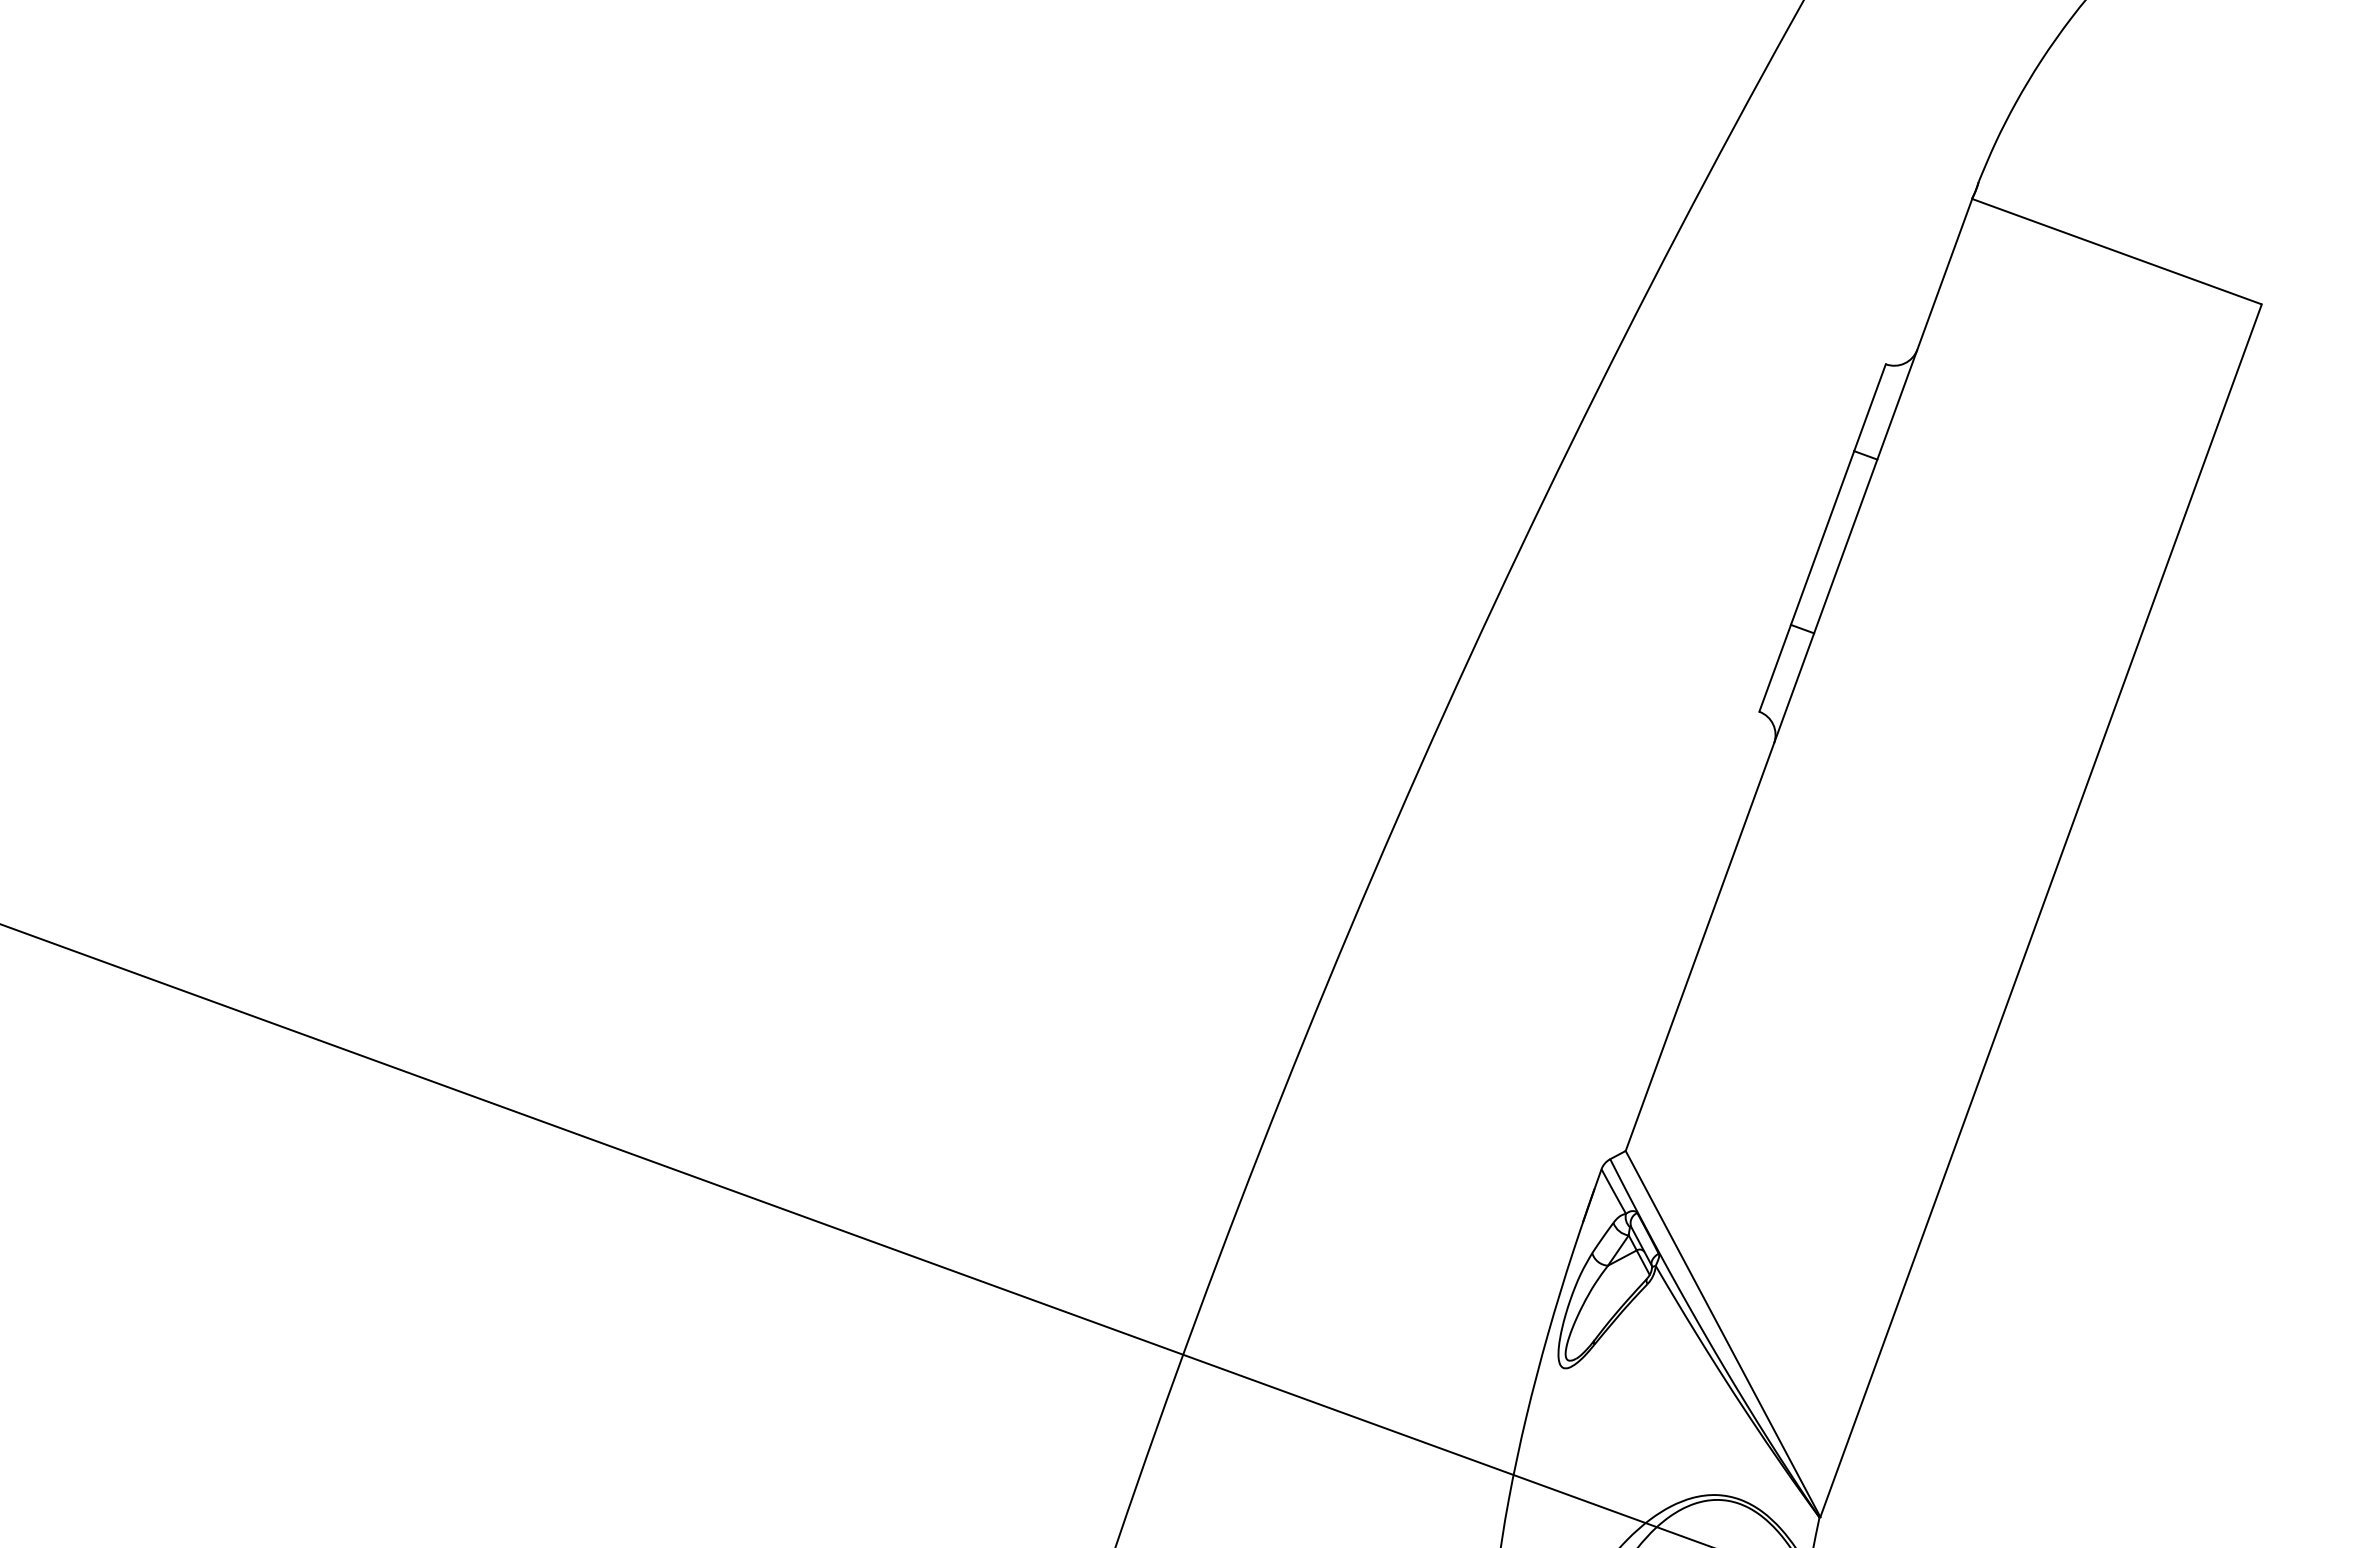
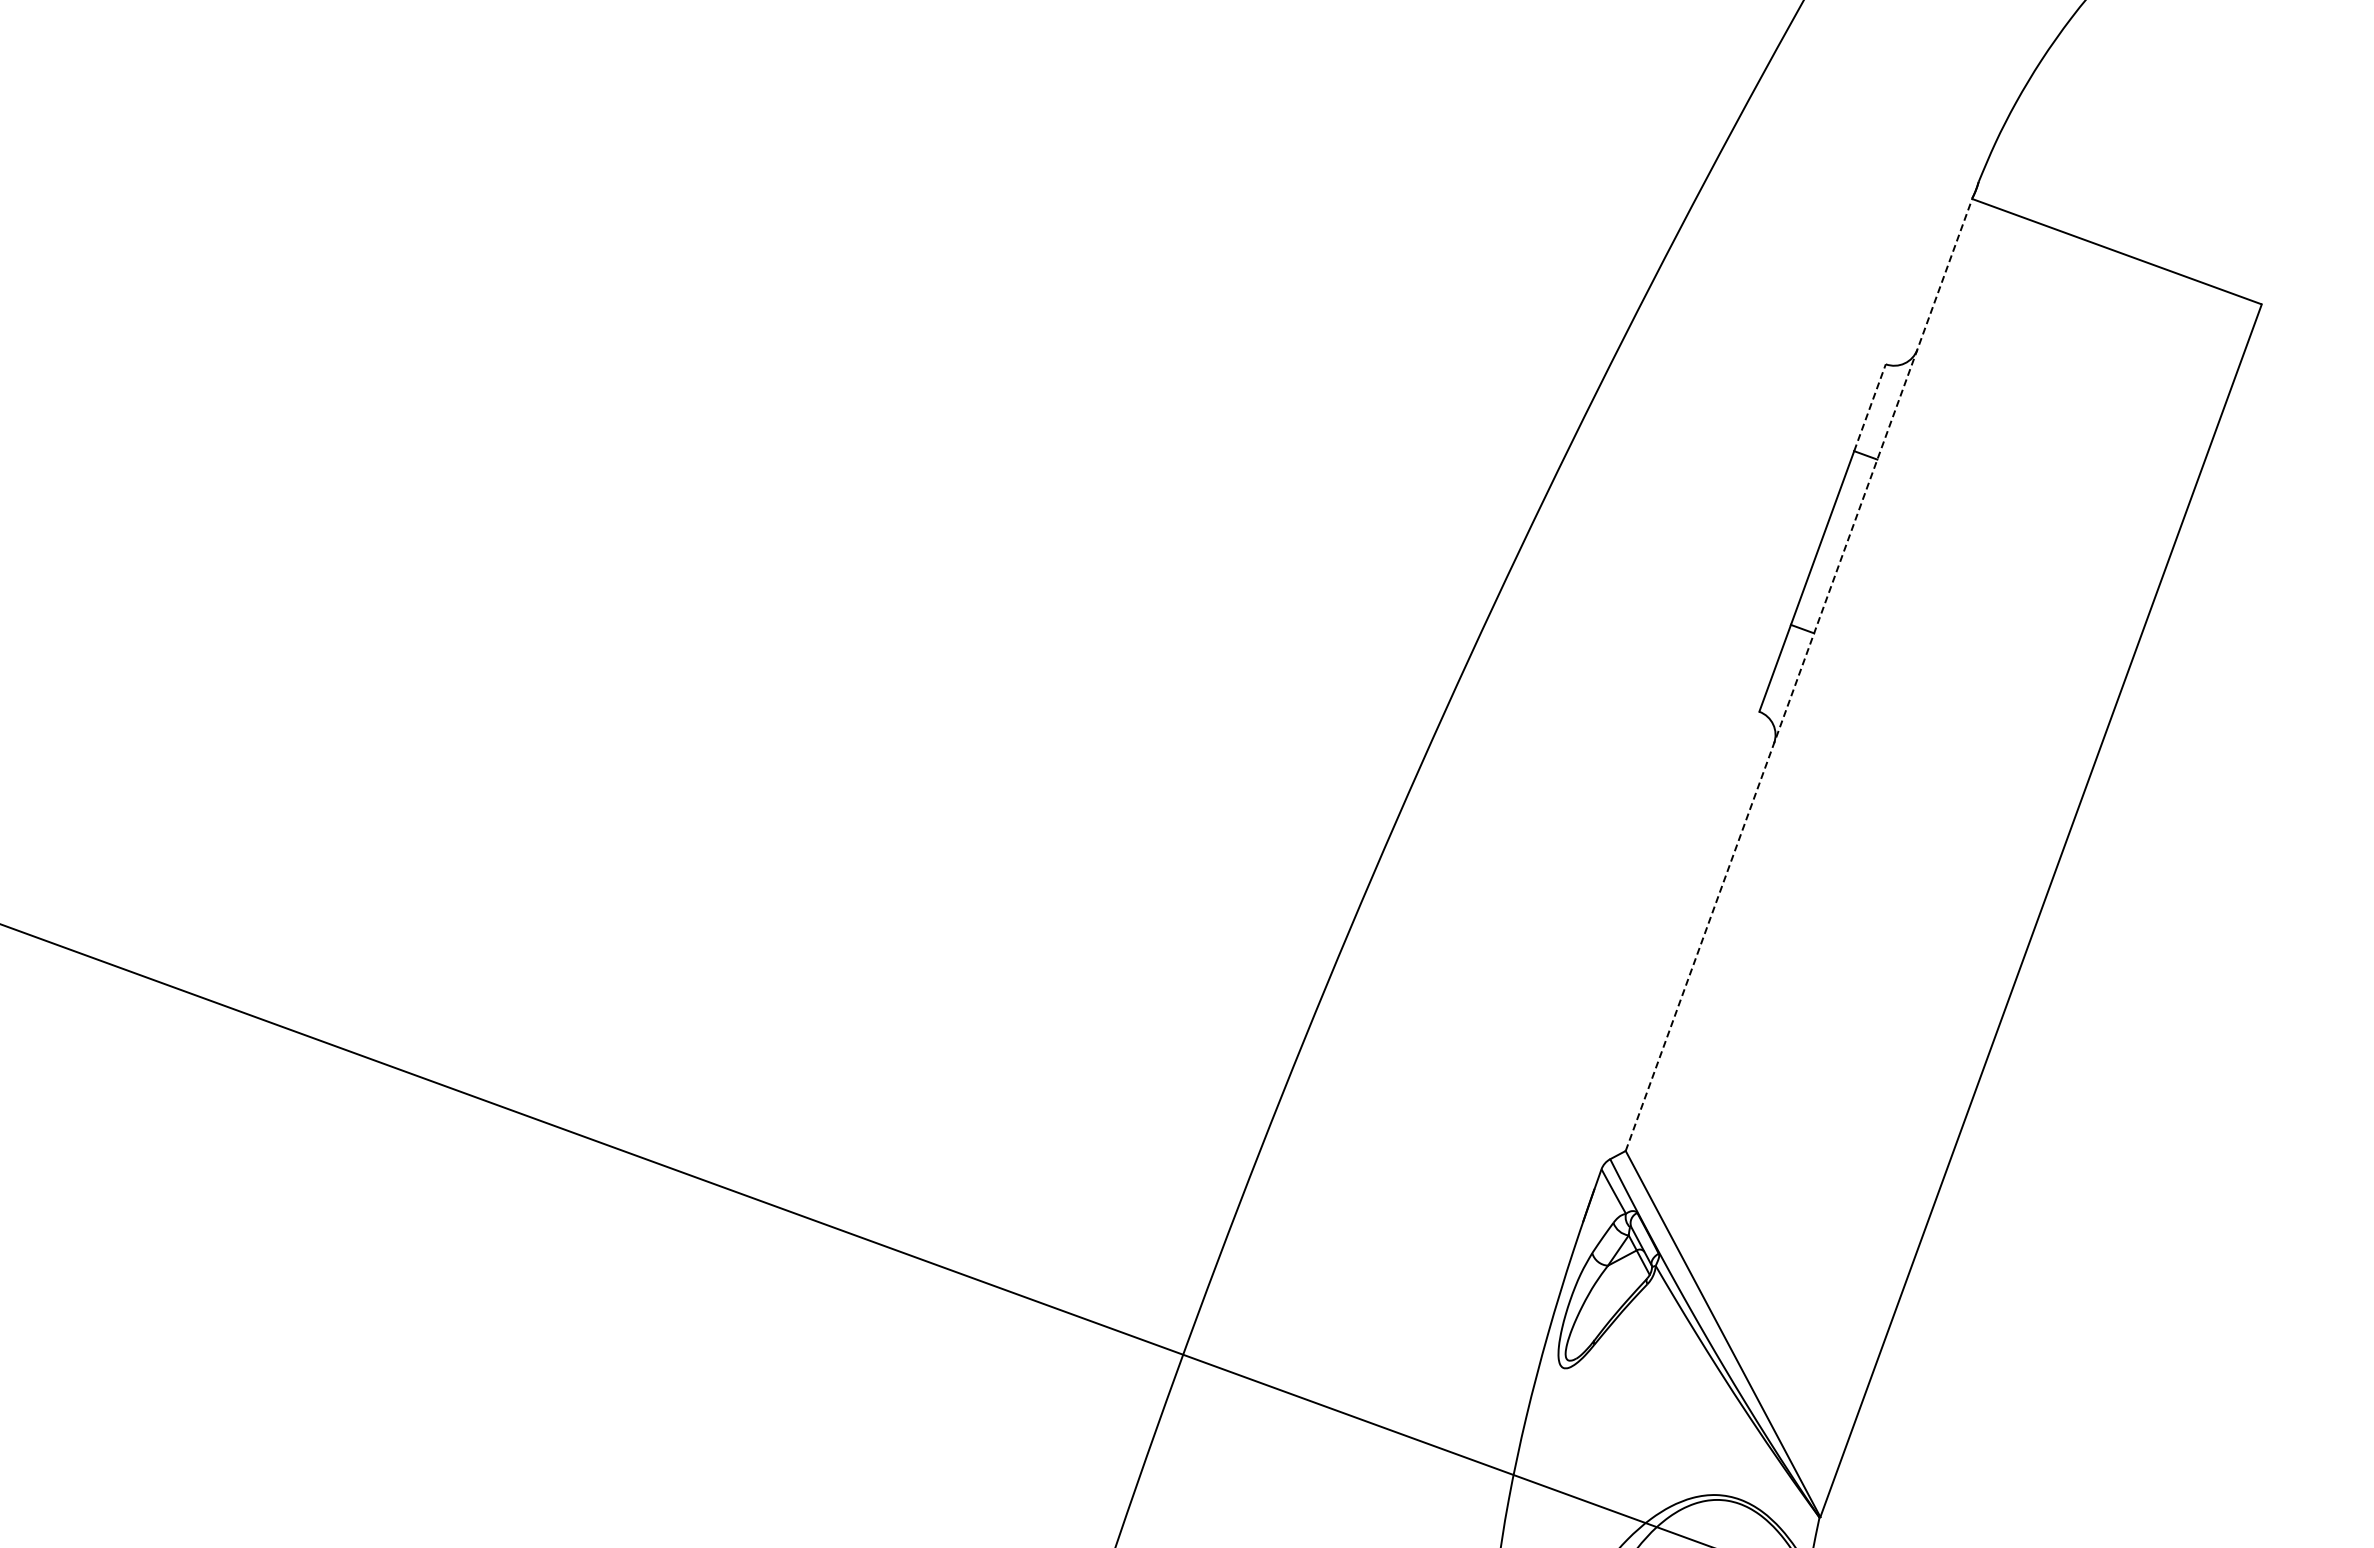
line at (1870, 407): solid -> dashed
line at (1798, 674): solid -> dashed
